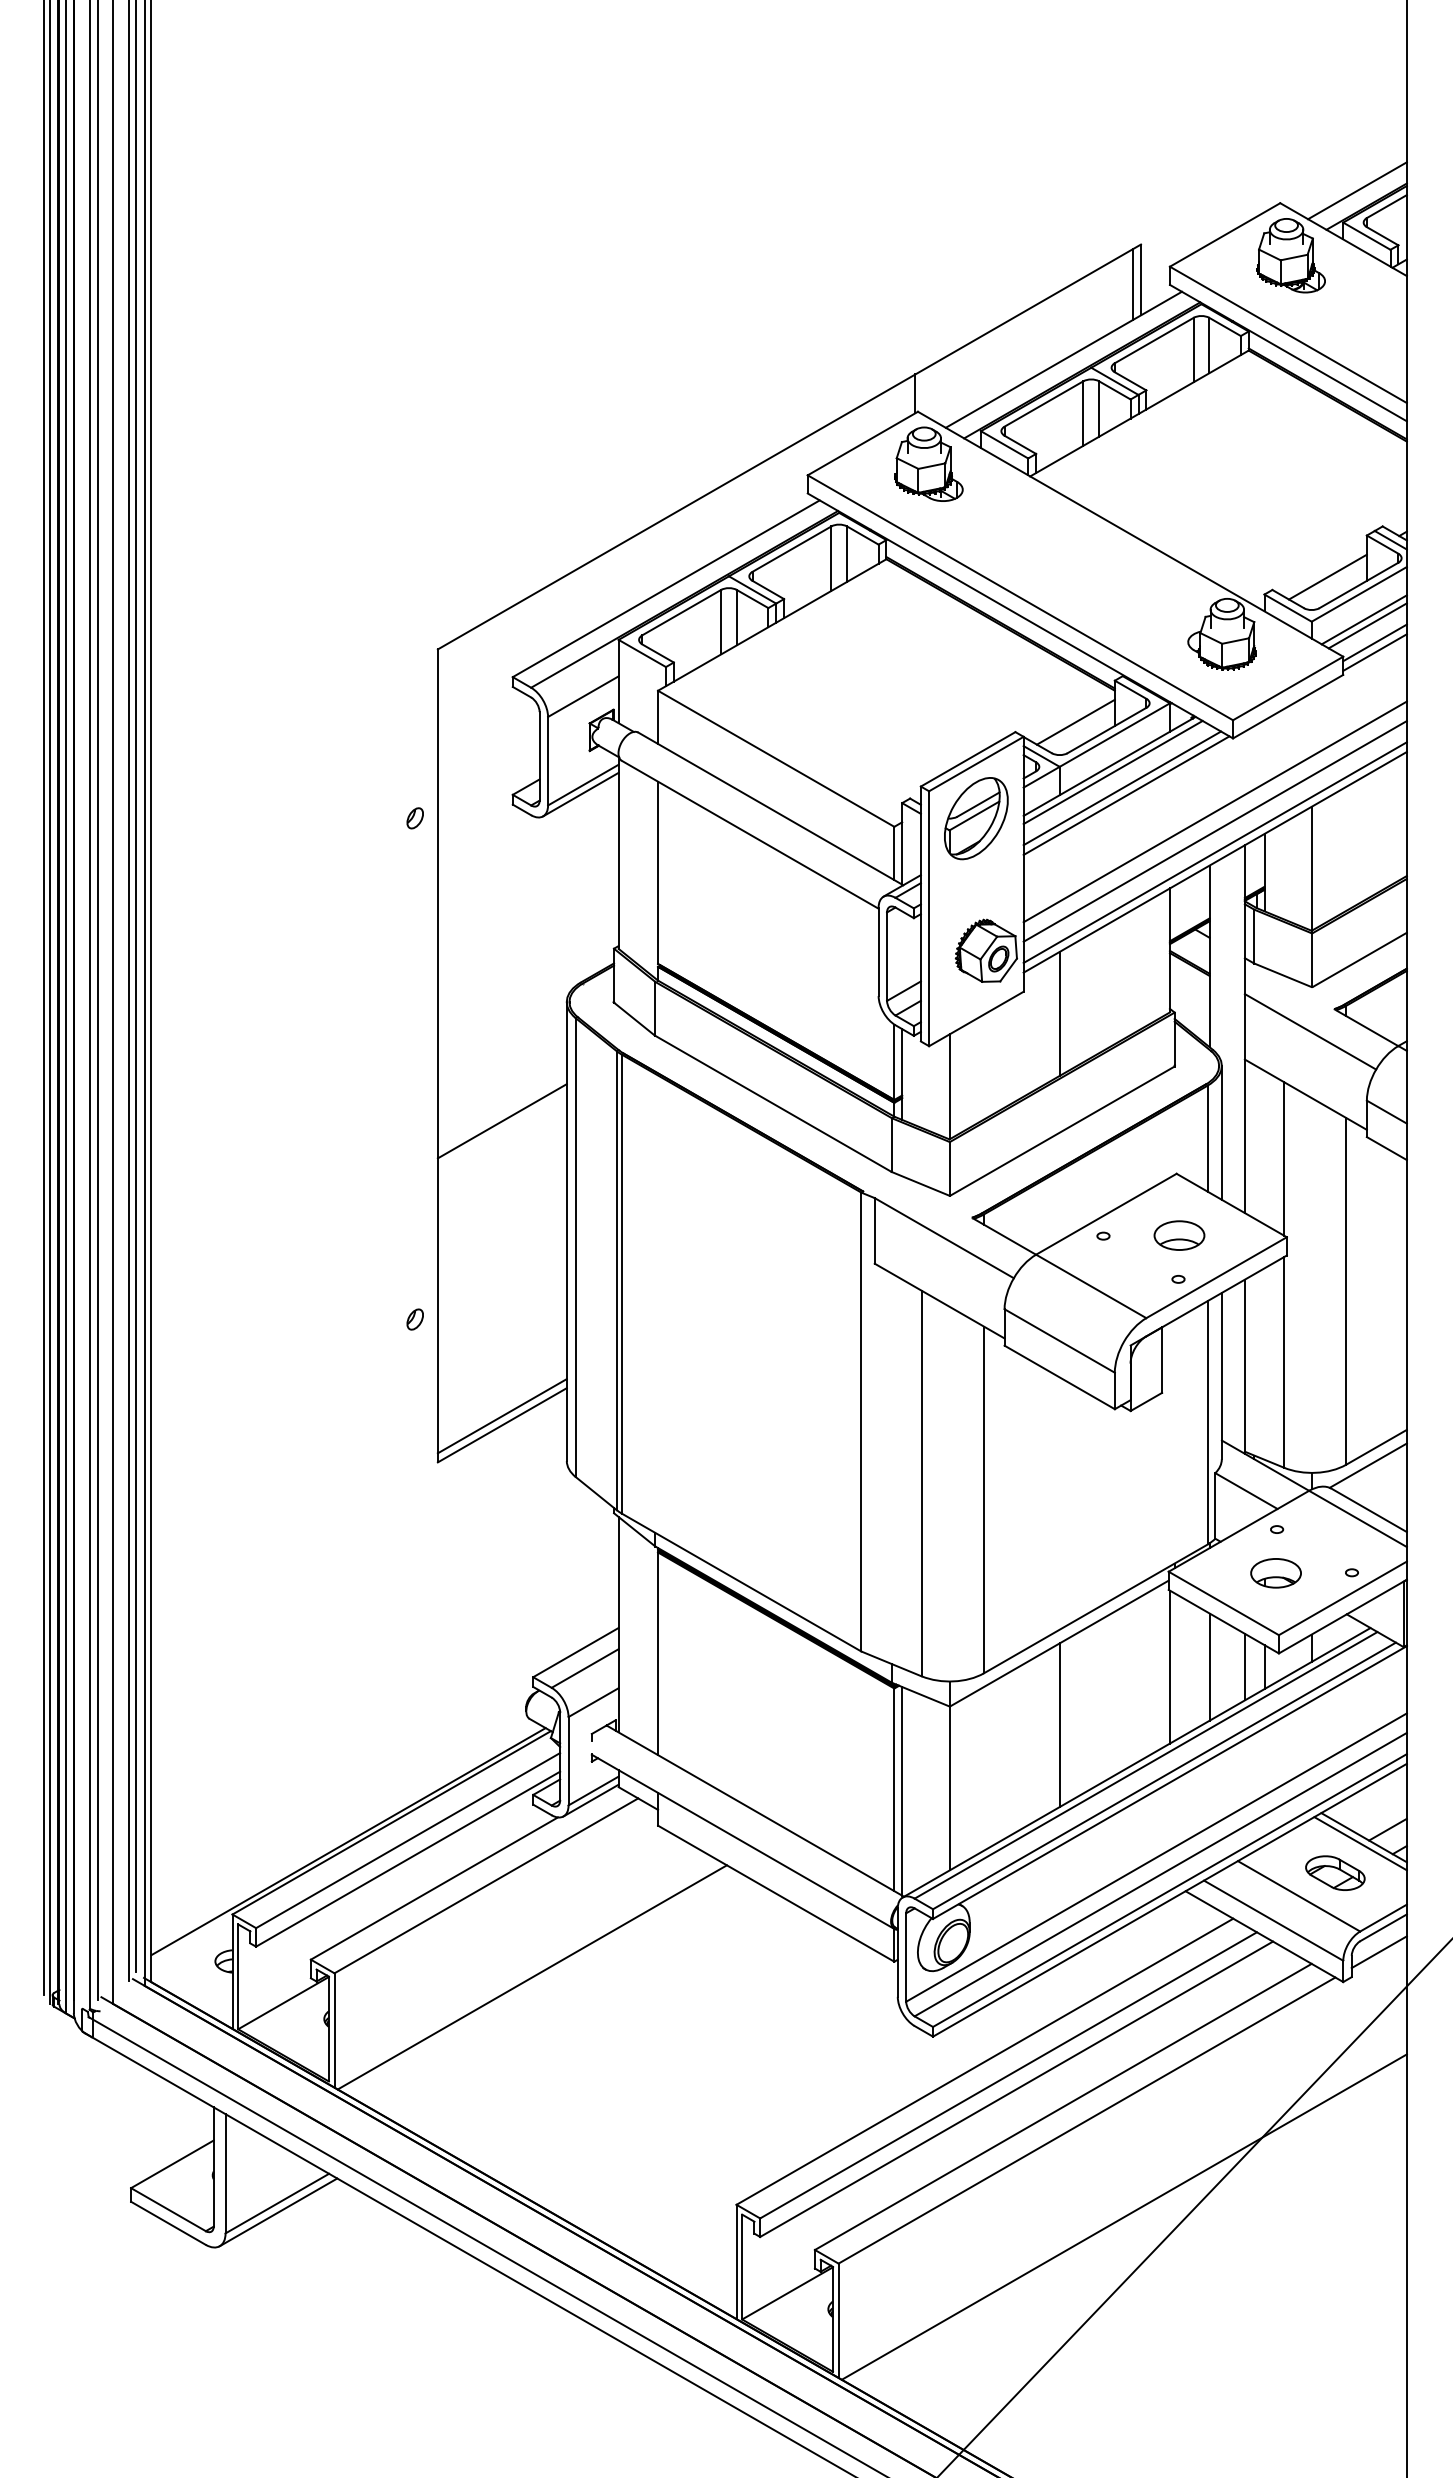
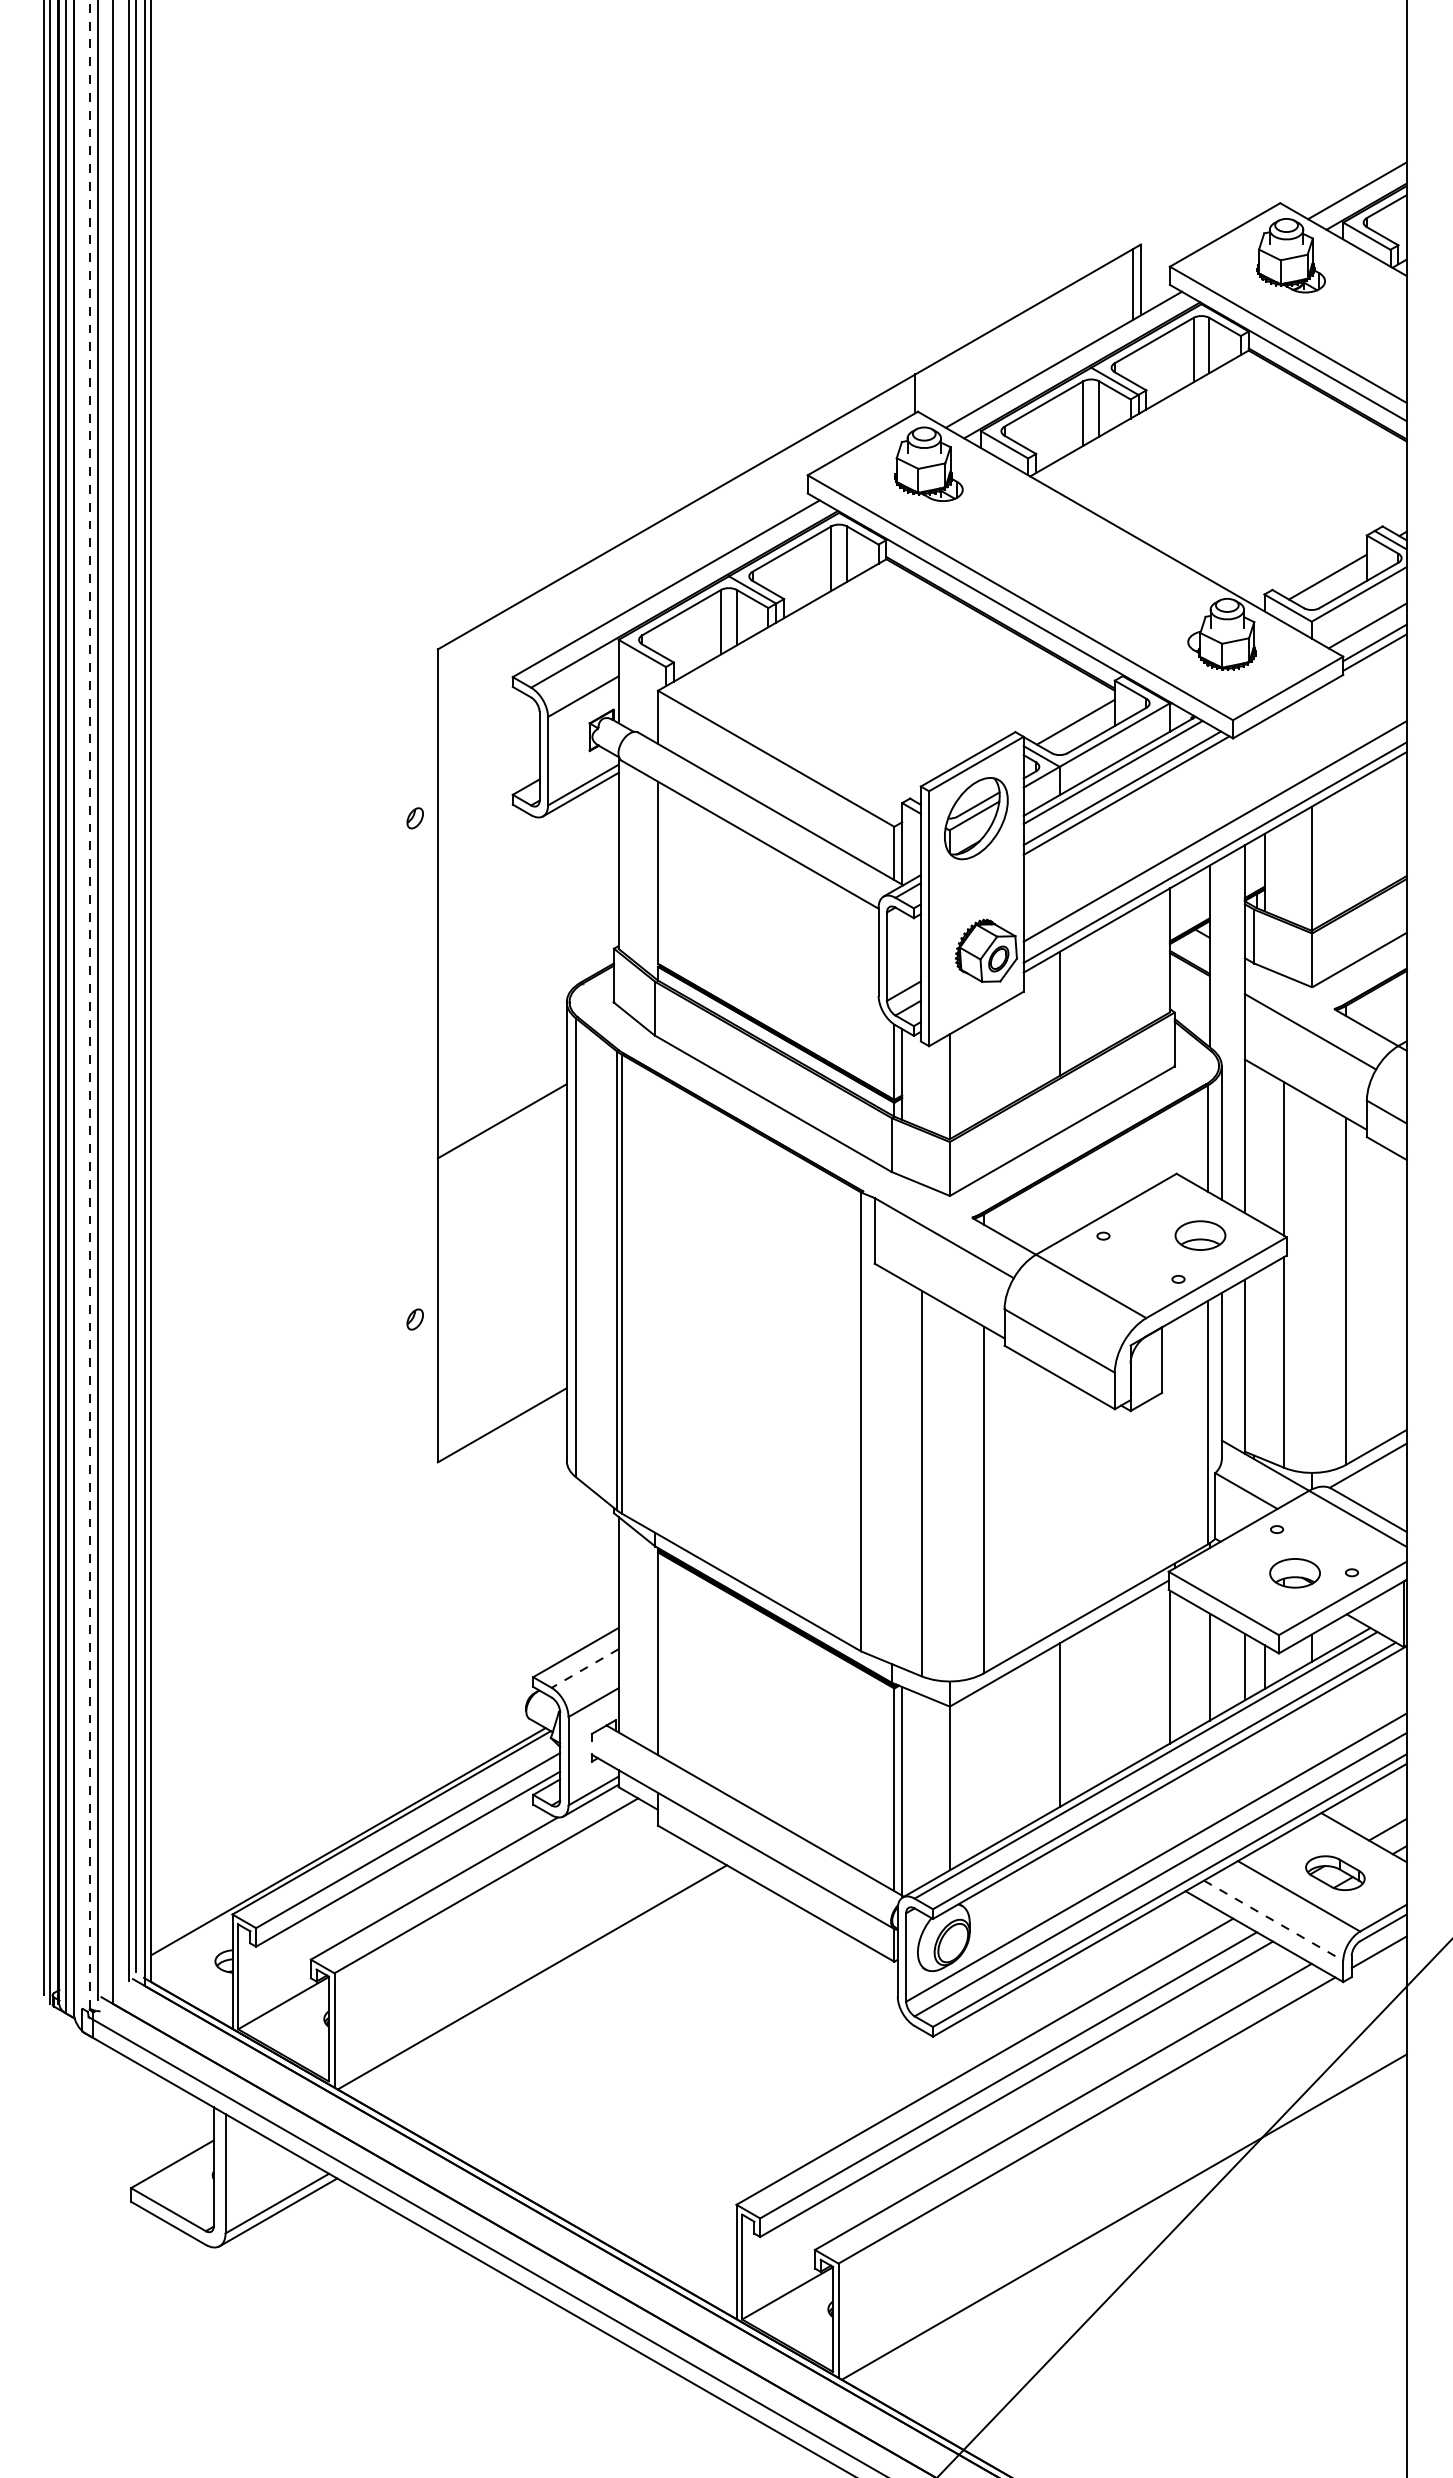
line at (1363, 619): present -> none
line at (1214, 811): present -> none
line at (89, 1004): solid -> dashed
part at (1179, 1235) position: (1179, 1235) -> (1200, 1235)
line at (501, 1416): present -> none
part at (1275, 1573) position: (1275, 1573) -> (1294, 1573)
line at (585, 1668): solid -> dashed
line at (1360, 1843): present -> none
line at (1274, 1920): solid -> dashed
